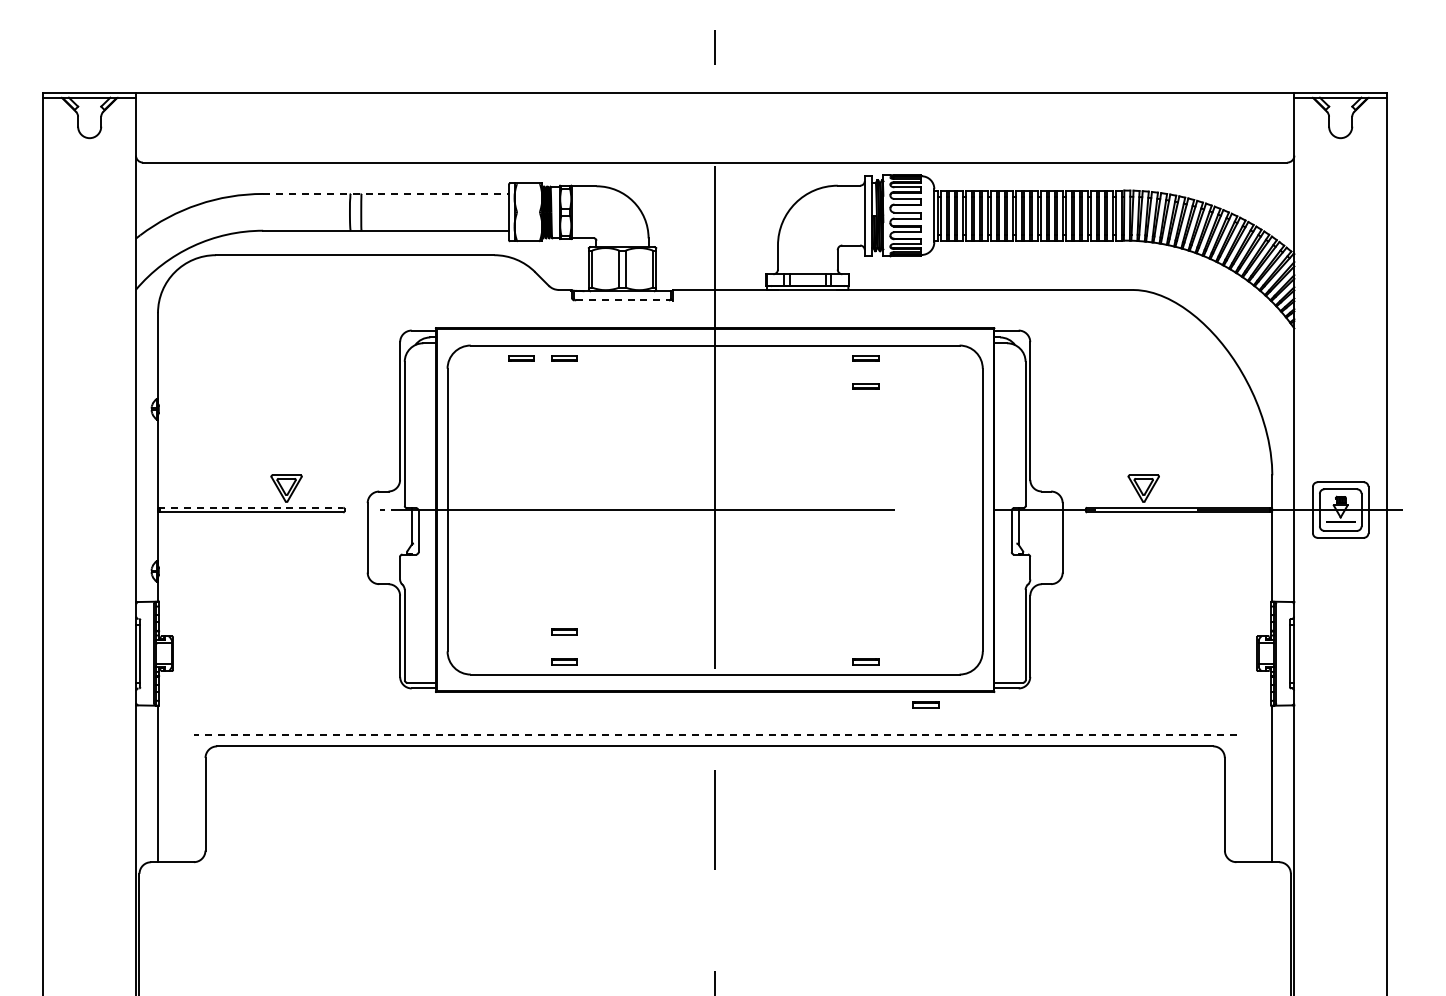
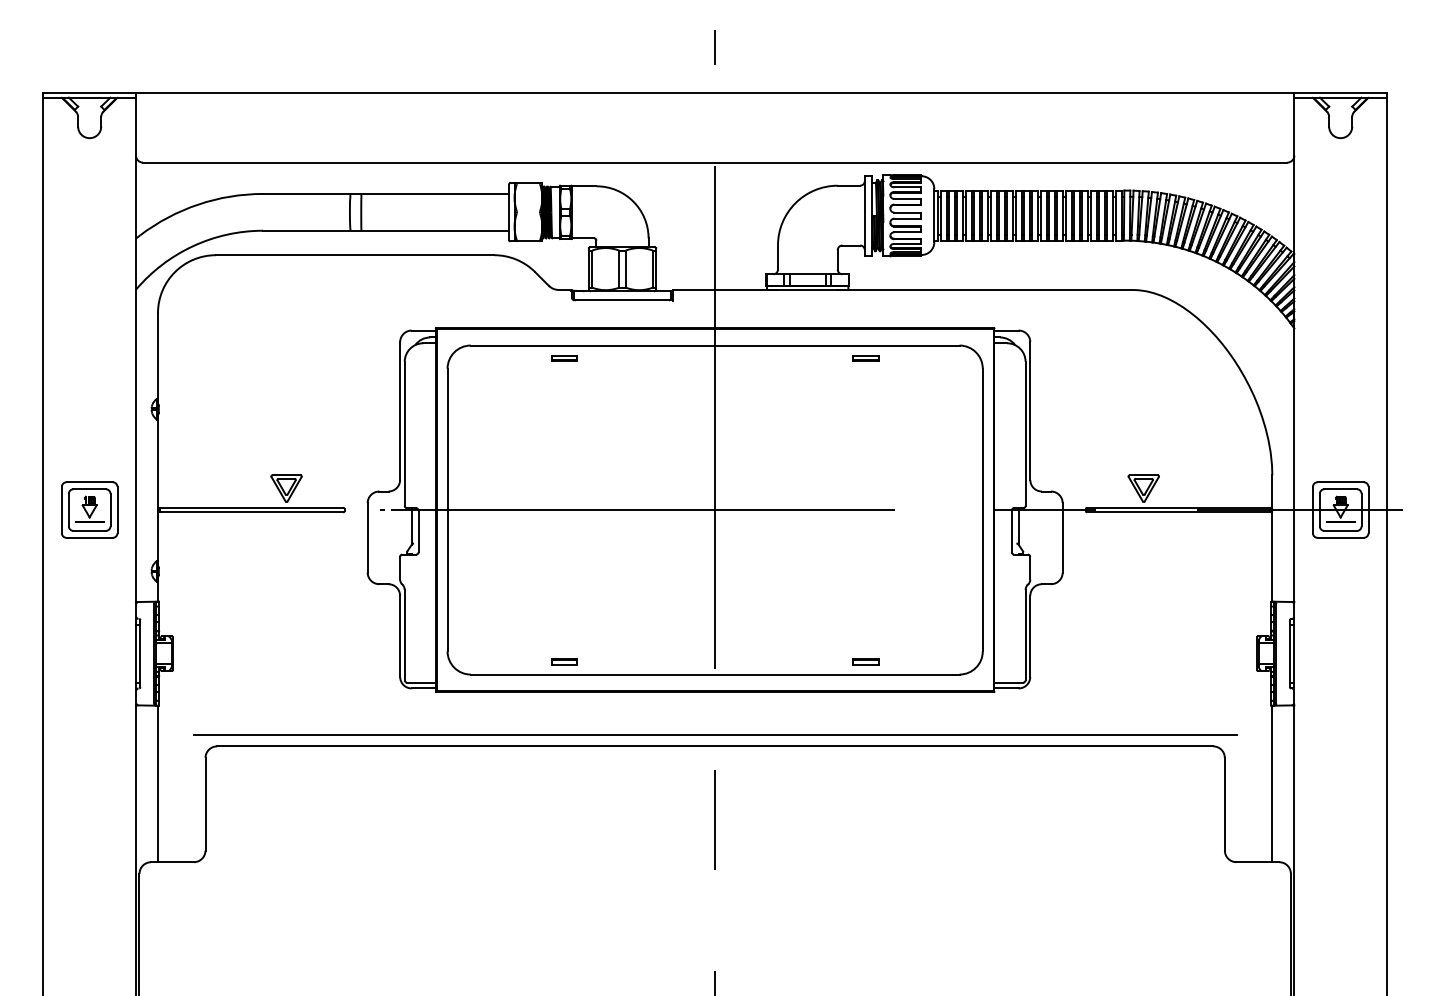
line at (386, 193): dashed -> solid
line at (623, 300): dashed -> solid
part at (521, 358): present -> none
part at (865, 386): present -> none
line at (250, 507): dashed -> solid
part at (89, 509): none -> present
part at (564, 631): present -> none
part at (925, 704): present -> none
line at (715, 734): dashed -> solid
